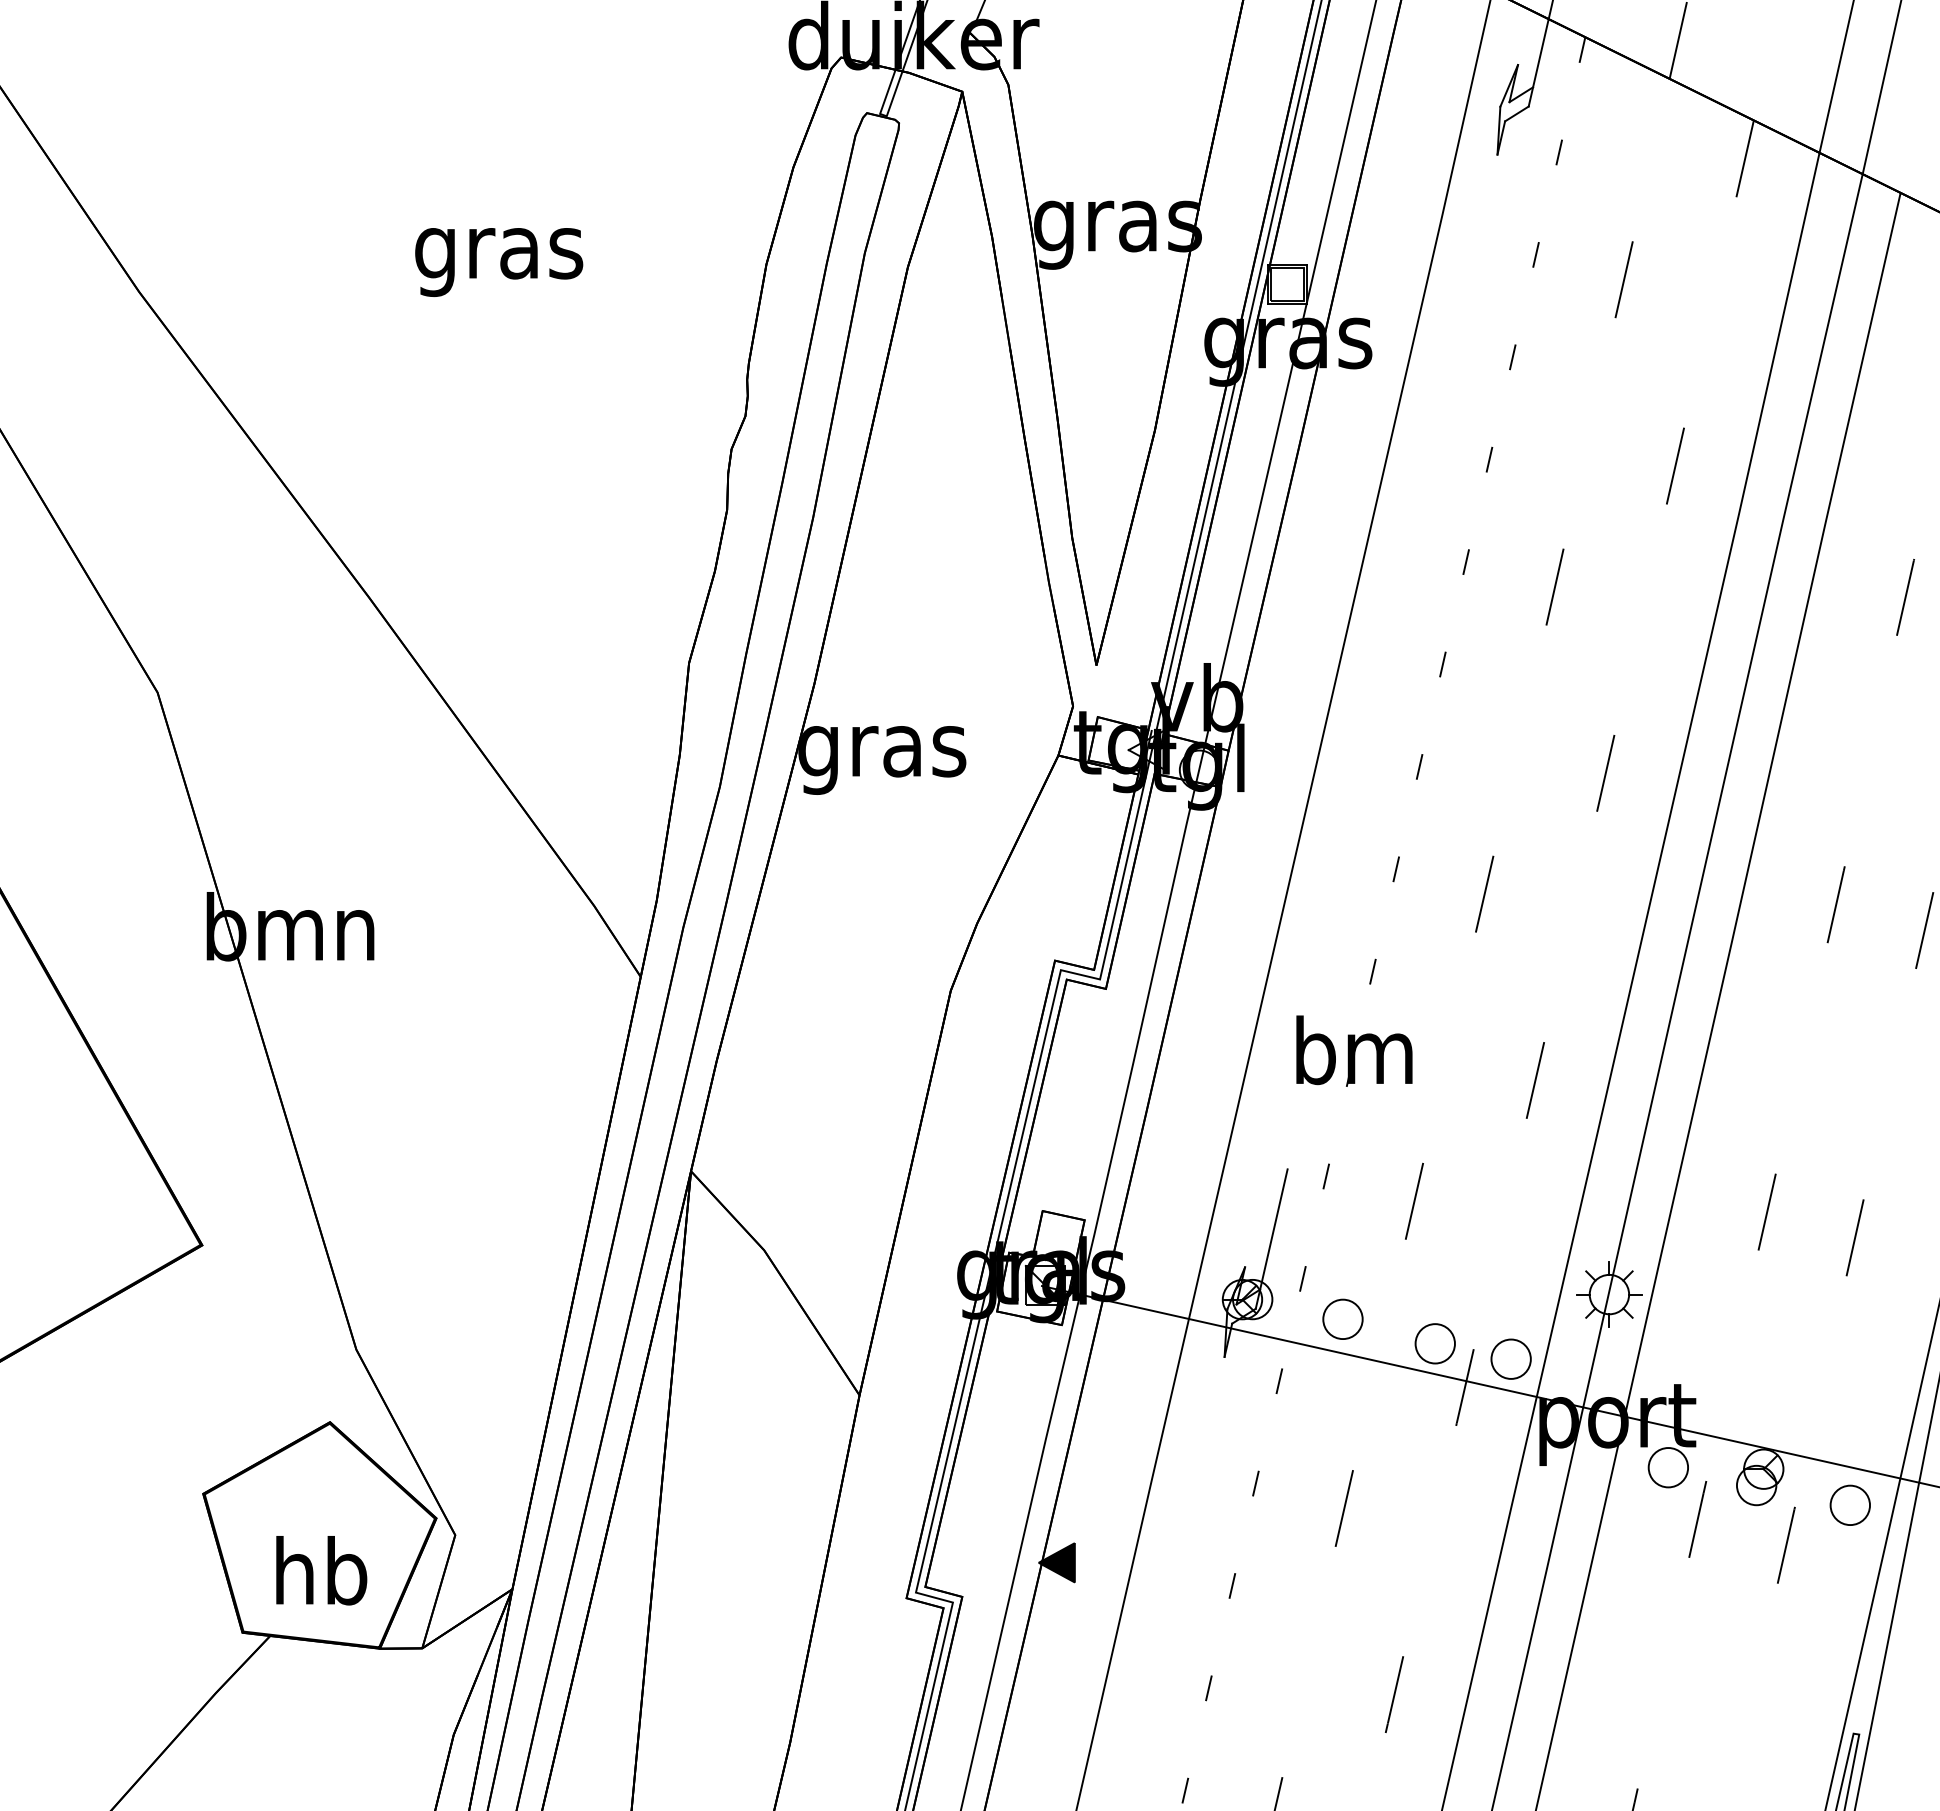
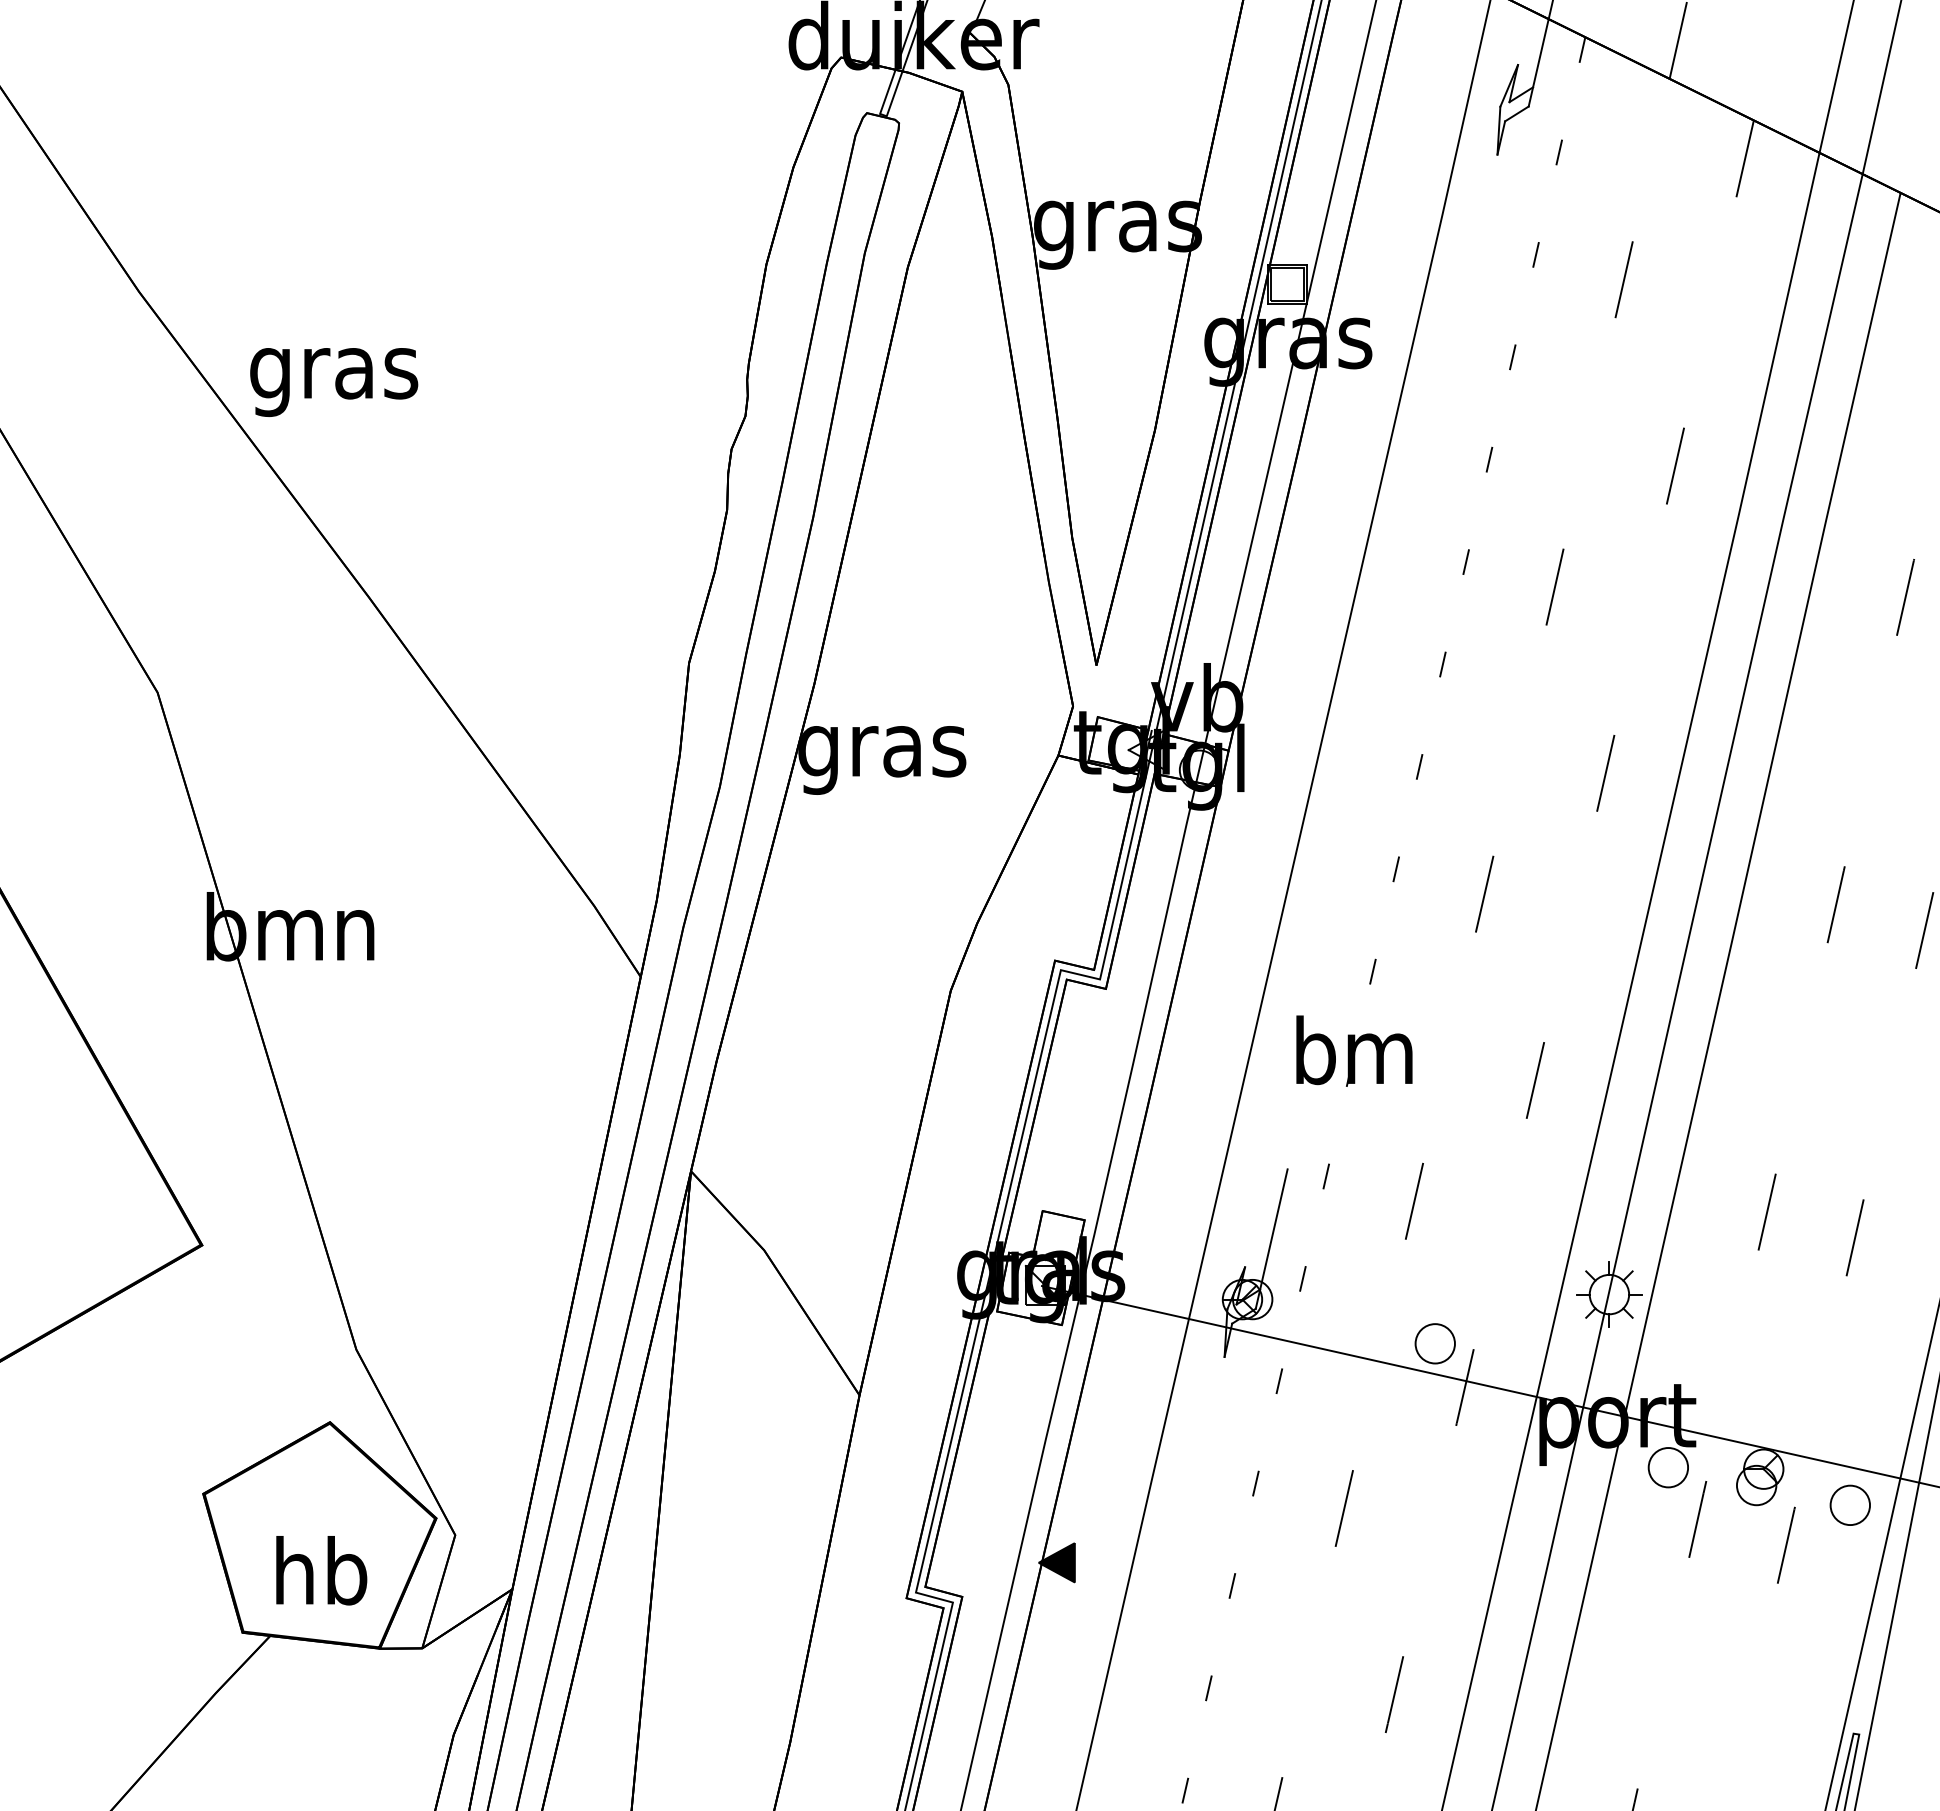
text at (499, 262) position: (499, 262) -> (334, 382)
part at (1342, 1318): present -> none
part at (1510, 1358): present -> none
